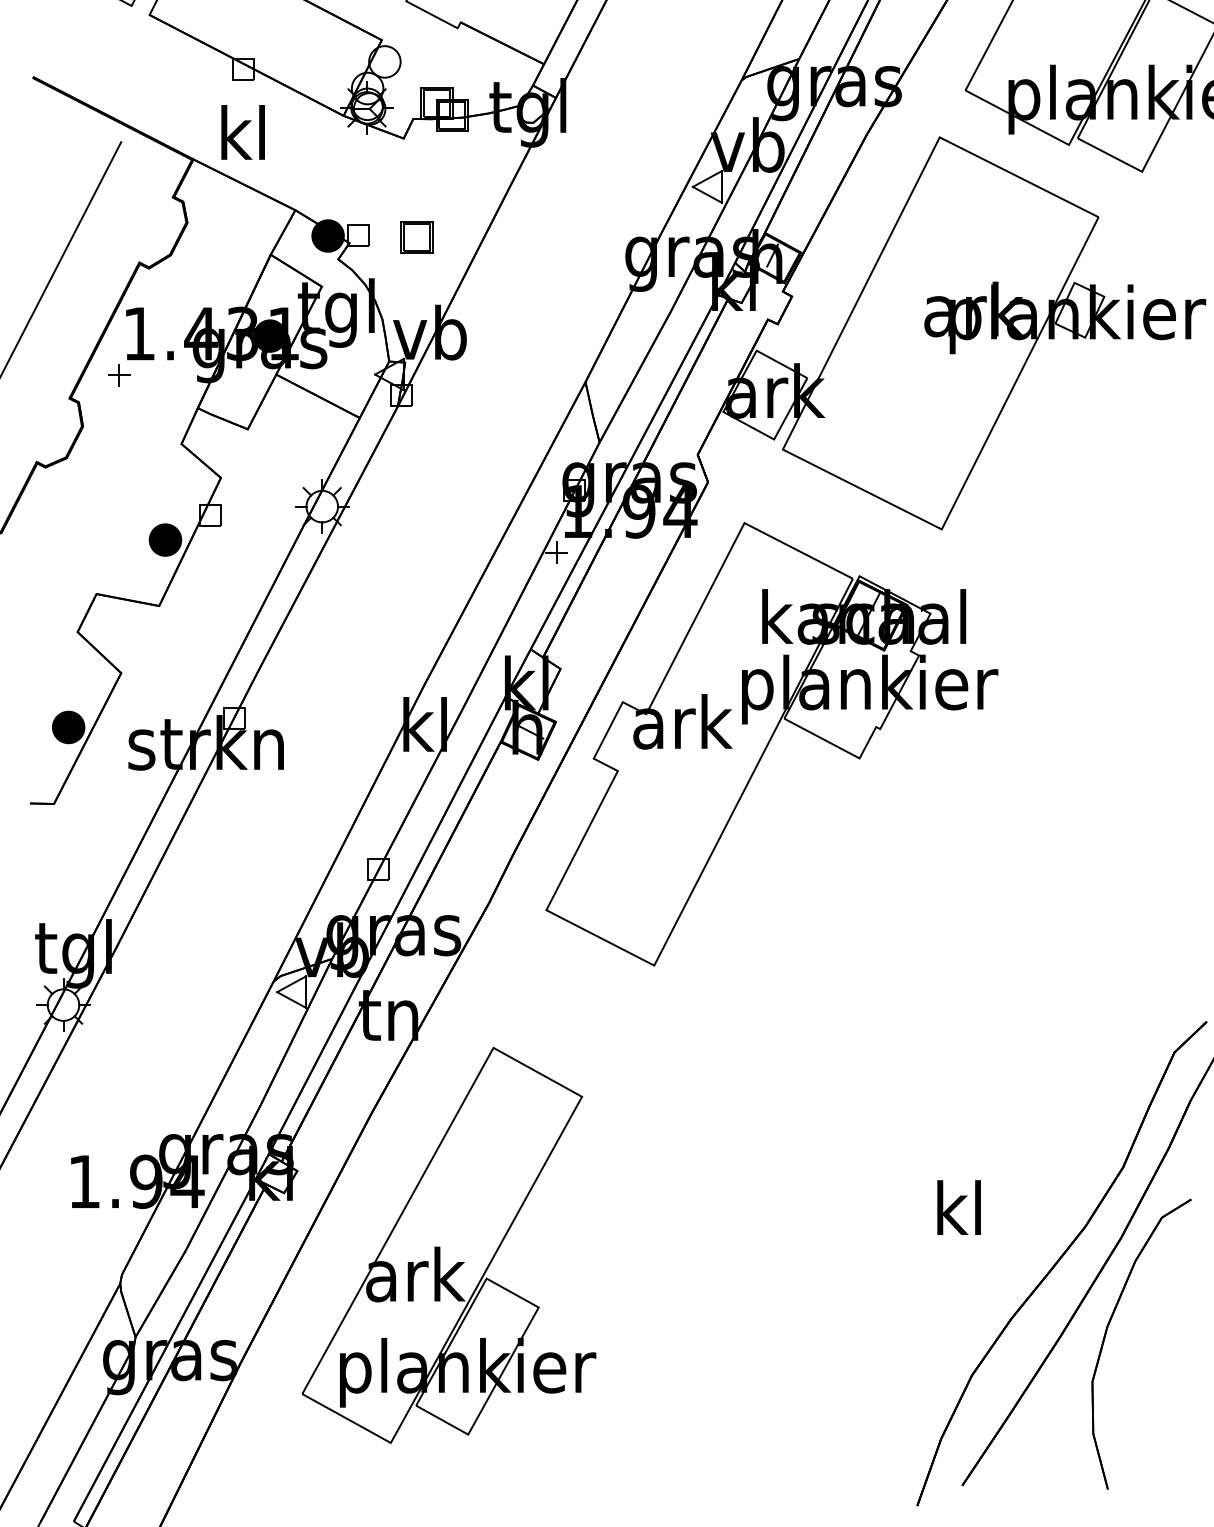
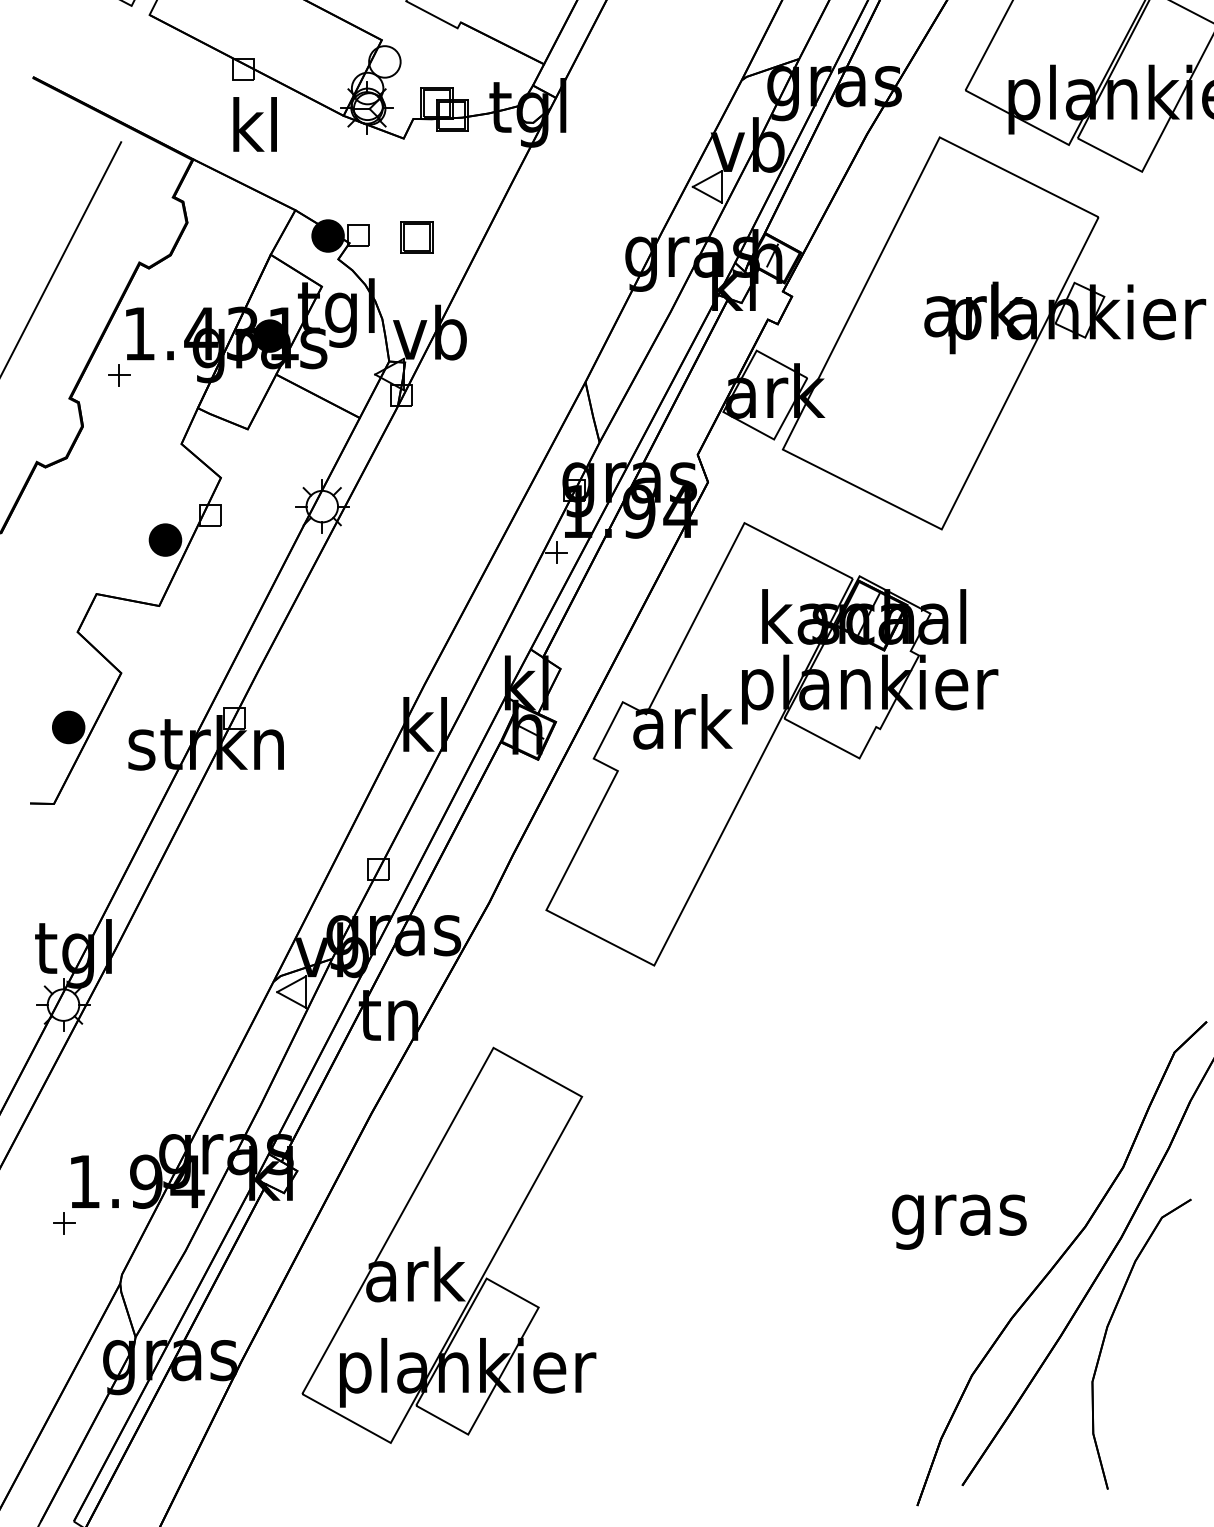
text at (242, 132) position: (242, 132) -> (254, 124)
text at (959, 1214): kl -> gras
part at (64, 1223): none -> present
